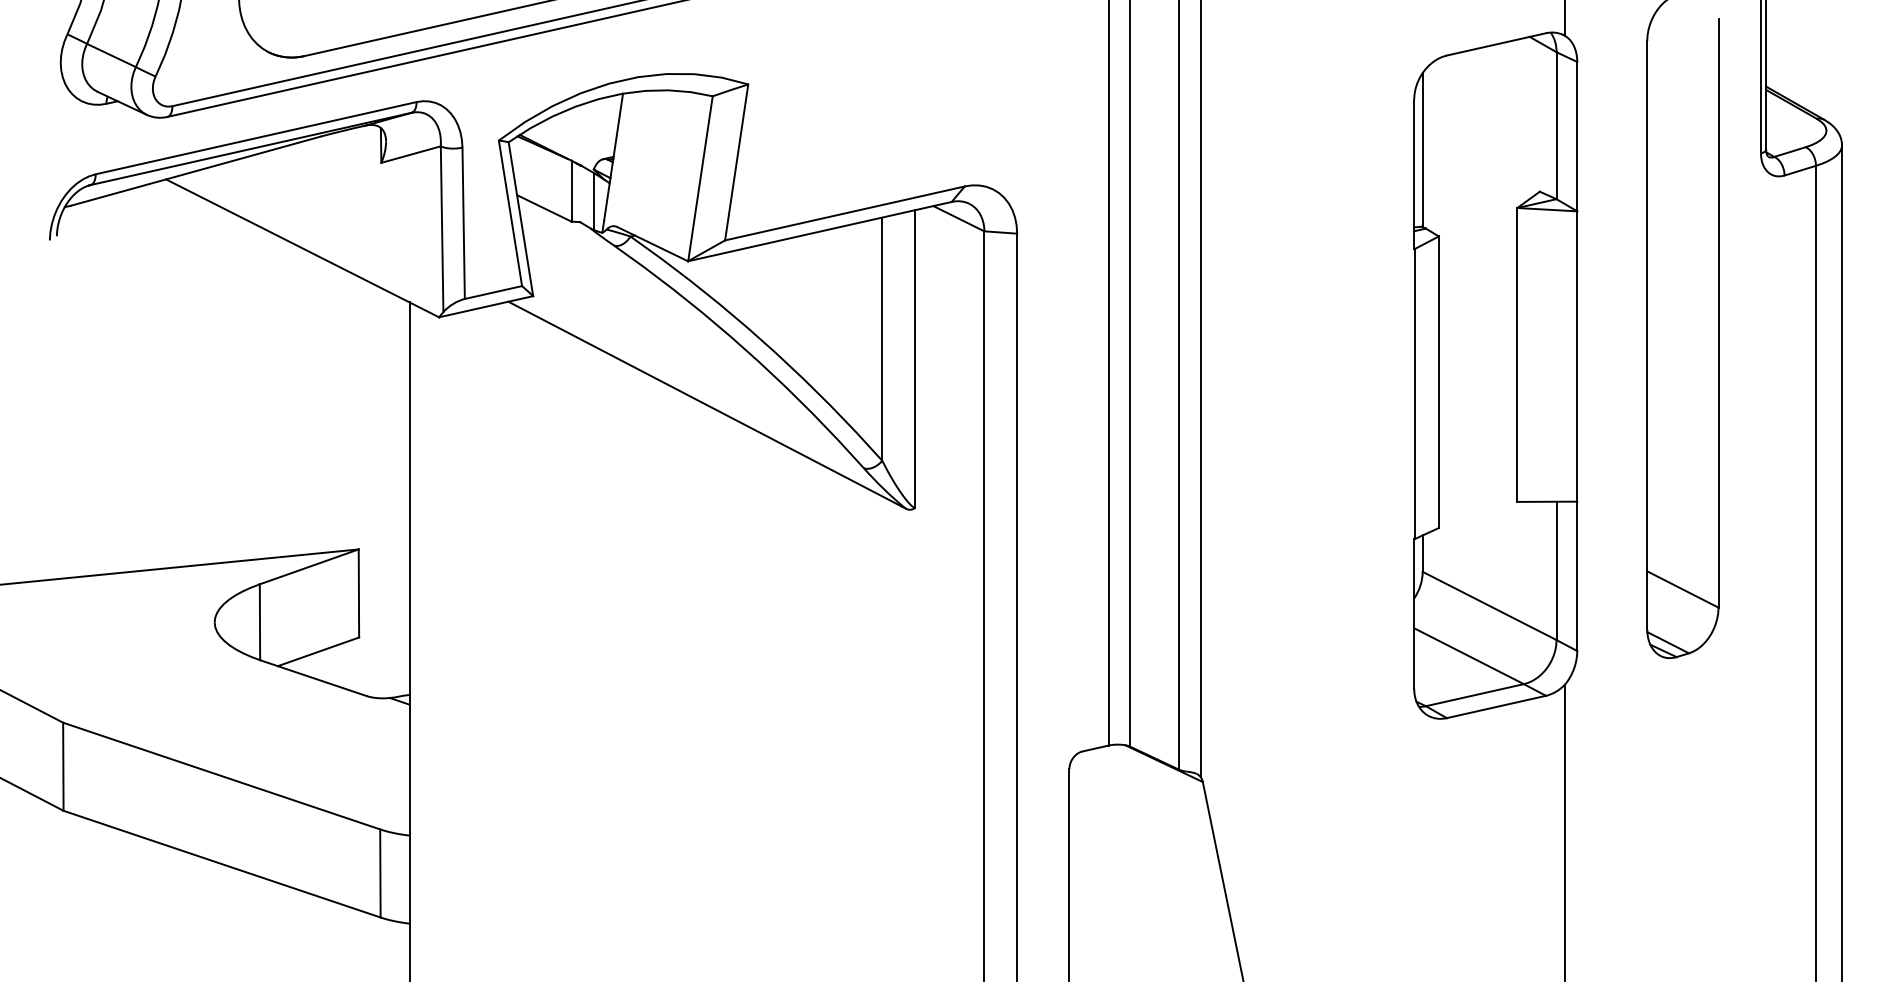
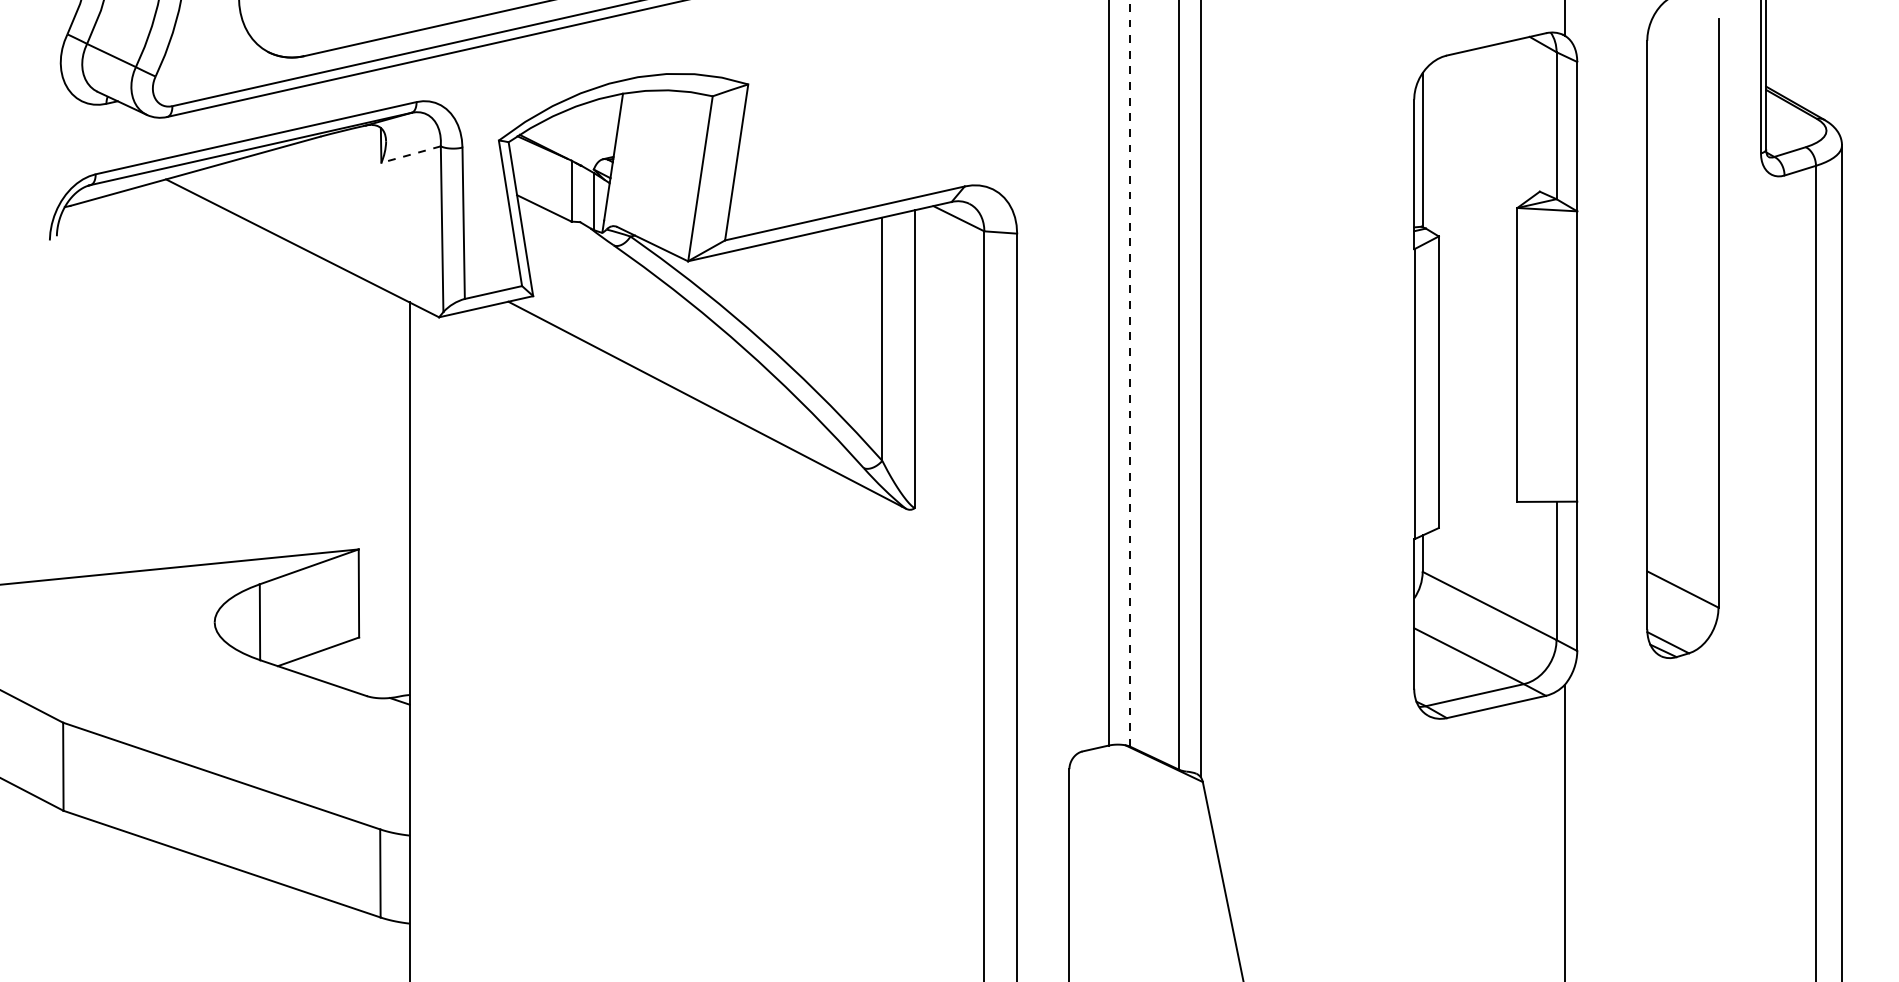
line at (411, 154): solid -> dashed
line at (1130, 373): solid -> dashed
